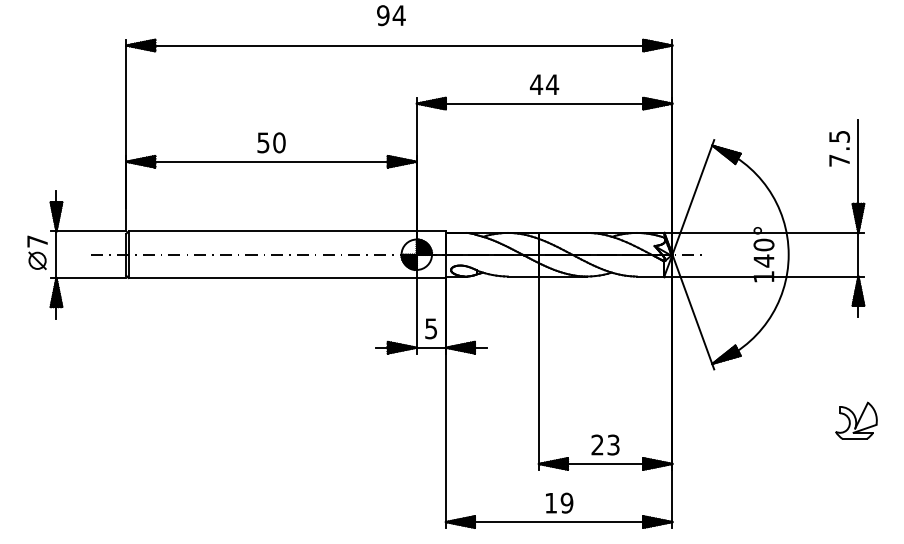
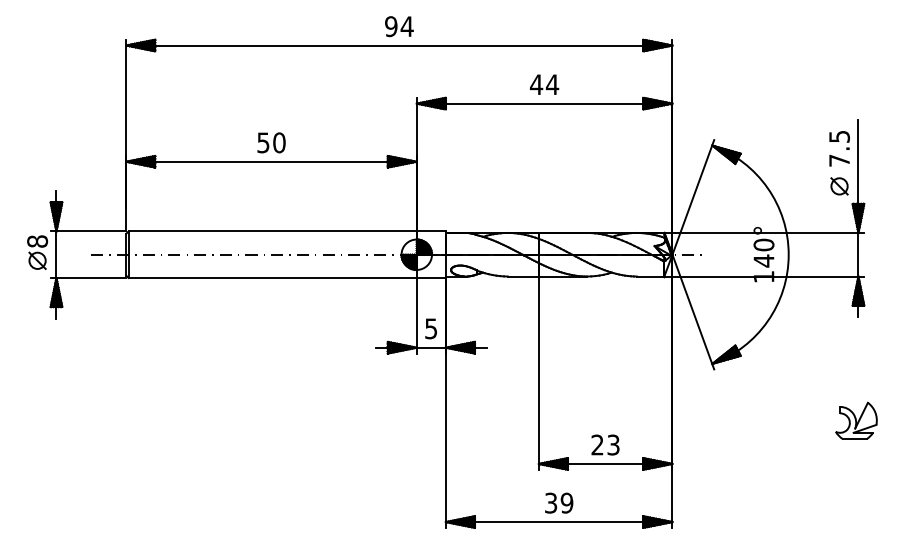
text at (391, 15) position: (391, 15) -> (399, 26)
part at (839, 186): none -> present
text at (37, 241): 7 -> 8
text at (551, 502): 19 -> 39
